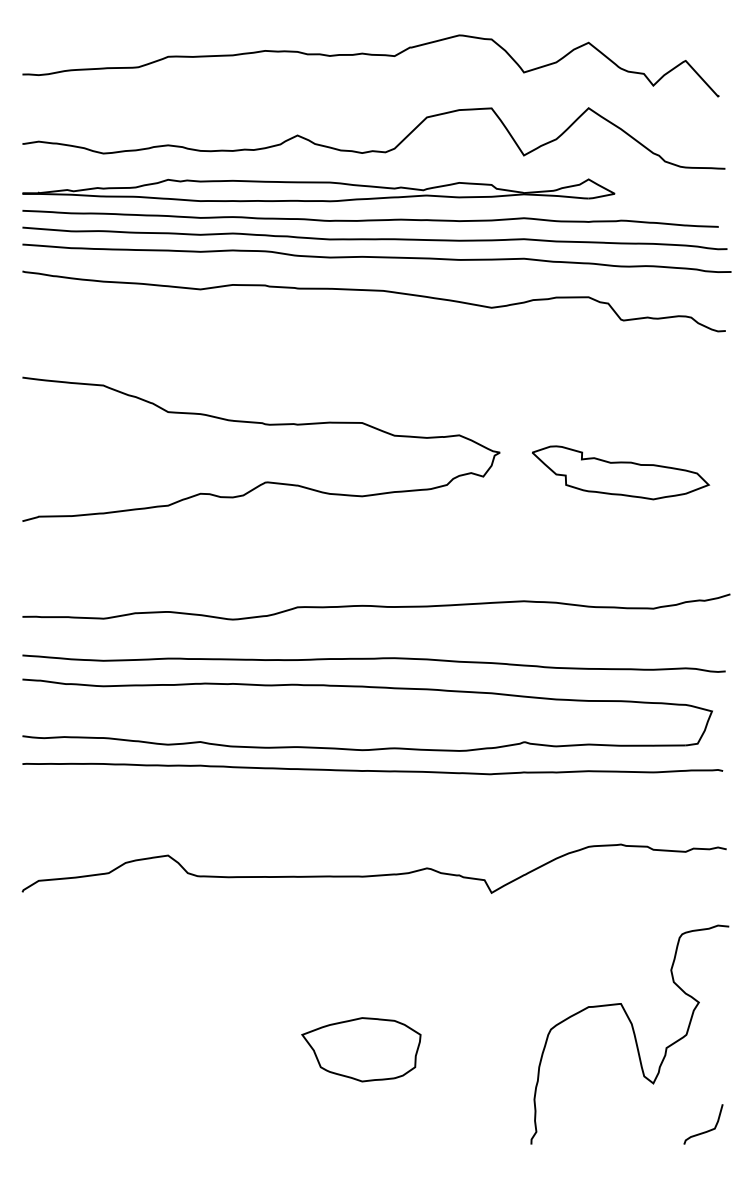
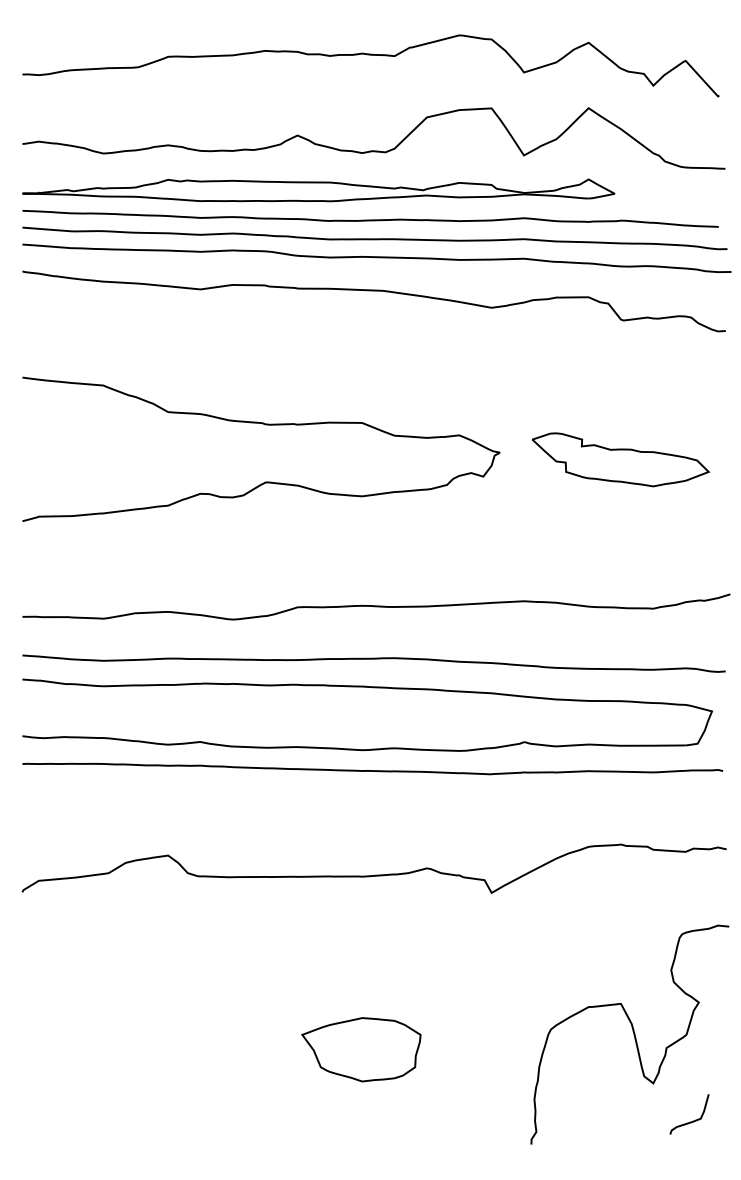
part at (621, 472) position: (621, 472) -> (621, 459)
curve at (704, 1131) position: (704, 1131) -> (690, 1121)
